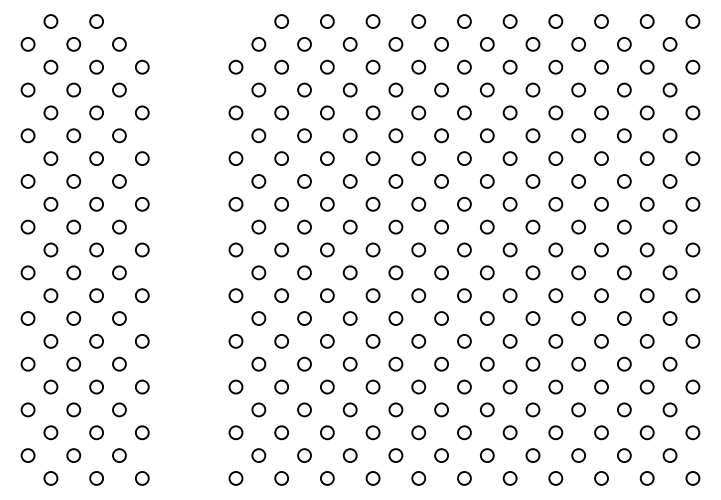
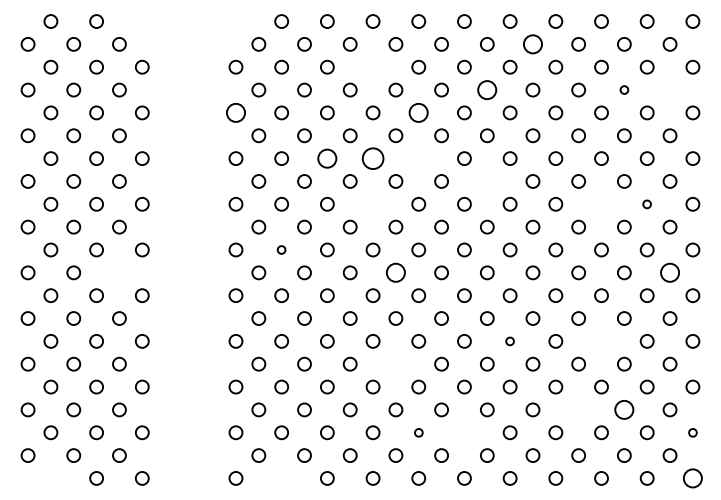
circle at (532, 44) size: 16x15 px -> 20x21 px
circle at (372, 66): present -> none
circle at (487, 89) size: 15x16 px -> 21x20 px
circle at (624, 89) size: 15x16 px -> 11x10 px
circle at (669, 89): present -> none
circle at (235, 112) size: 16x16 px -> 20x20 px
circle at (418, 112) size: 16x16 px -> 21x20 px
circle at (327, 158) size: 15x15 px -> 21x21 px
circle at (372, 158) size: 16x15 px -> 24x23 px
circle at (418, 158): present -> none
circle at (487, 181): present -> none
circle at (372, 204): present -> none
circle at (601, 204): present -> none
circle at (646, 204) size: 16x15 px -> 10x11 px
circle at (281, 249) size: 15x16 px -> 11x10 px
circle at (119, 272): present -> none
circle at (395, 272) size: 16x16 px -> 20x21 px
circle at (669, 272) size: 16x16 px -> 20x21 px
circle at (509, 341) size: 16x15 px -> 10x11 px
circle at (601, 341): present -> none
circle at (395, 363): present -> none
circle at (578, 409): present -> none
circle at (624, 409) size: 15x16 px -> 21x20 px
circle at (418, 432) size: 16x16 px -> 10x10 px
circle at (464, 432): present -> none
circle at (692, 432) size: 16x16 px -> 10x10 px
circle at (50, 478): present -> none
circle at (281, 478): present -> none
circle at (692, 478) size: 16x15 px -> 20x21 px
